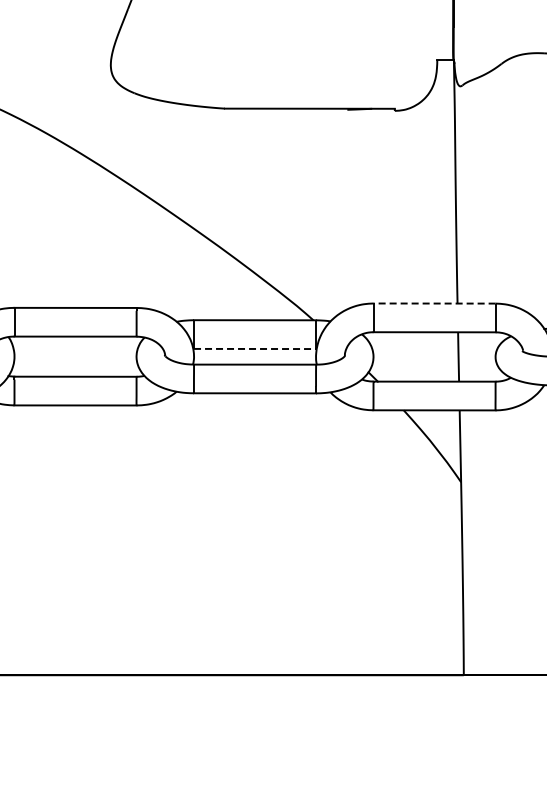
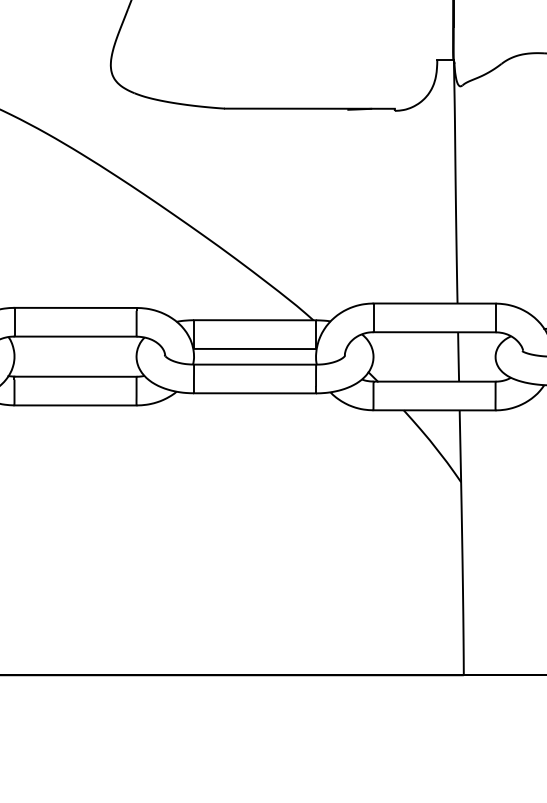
line at (434, 303): dashed -> solid
line at (255, 348): dashed -> solid
